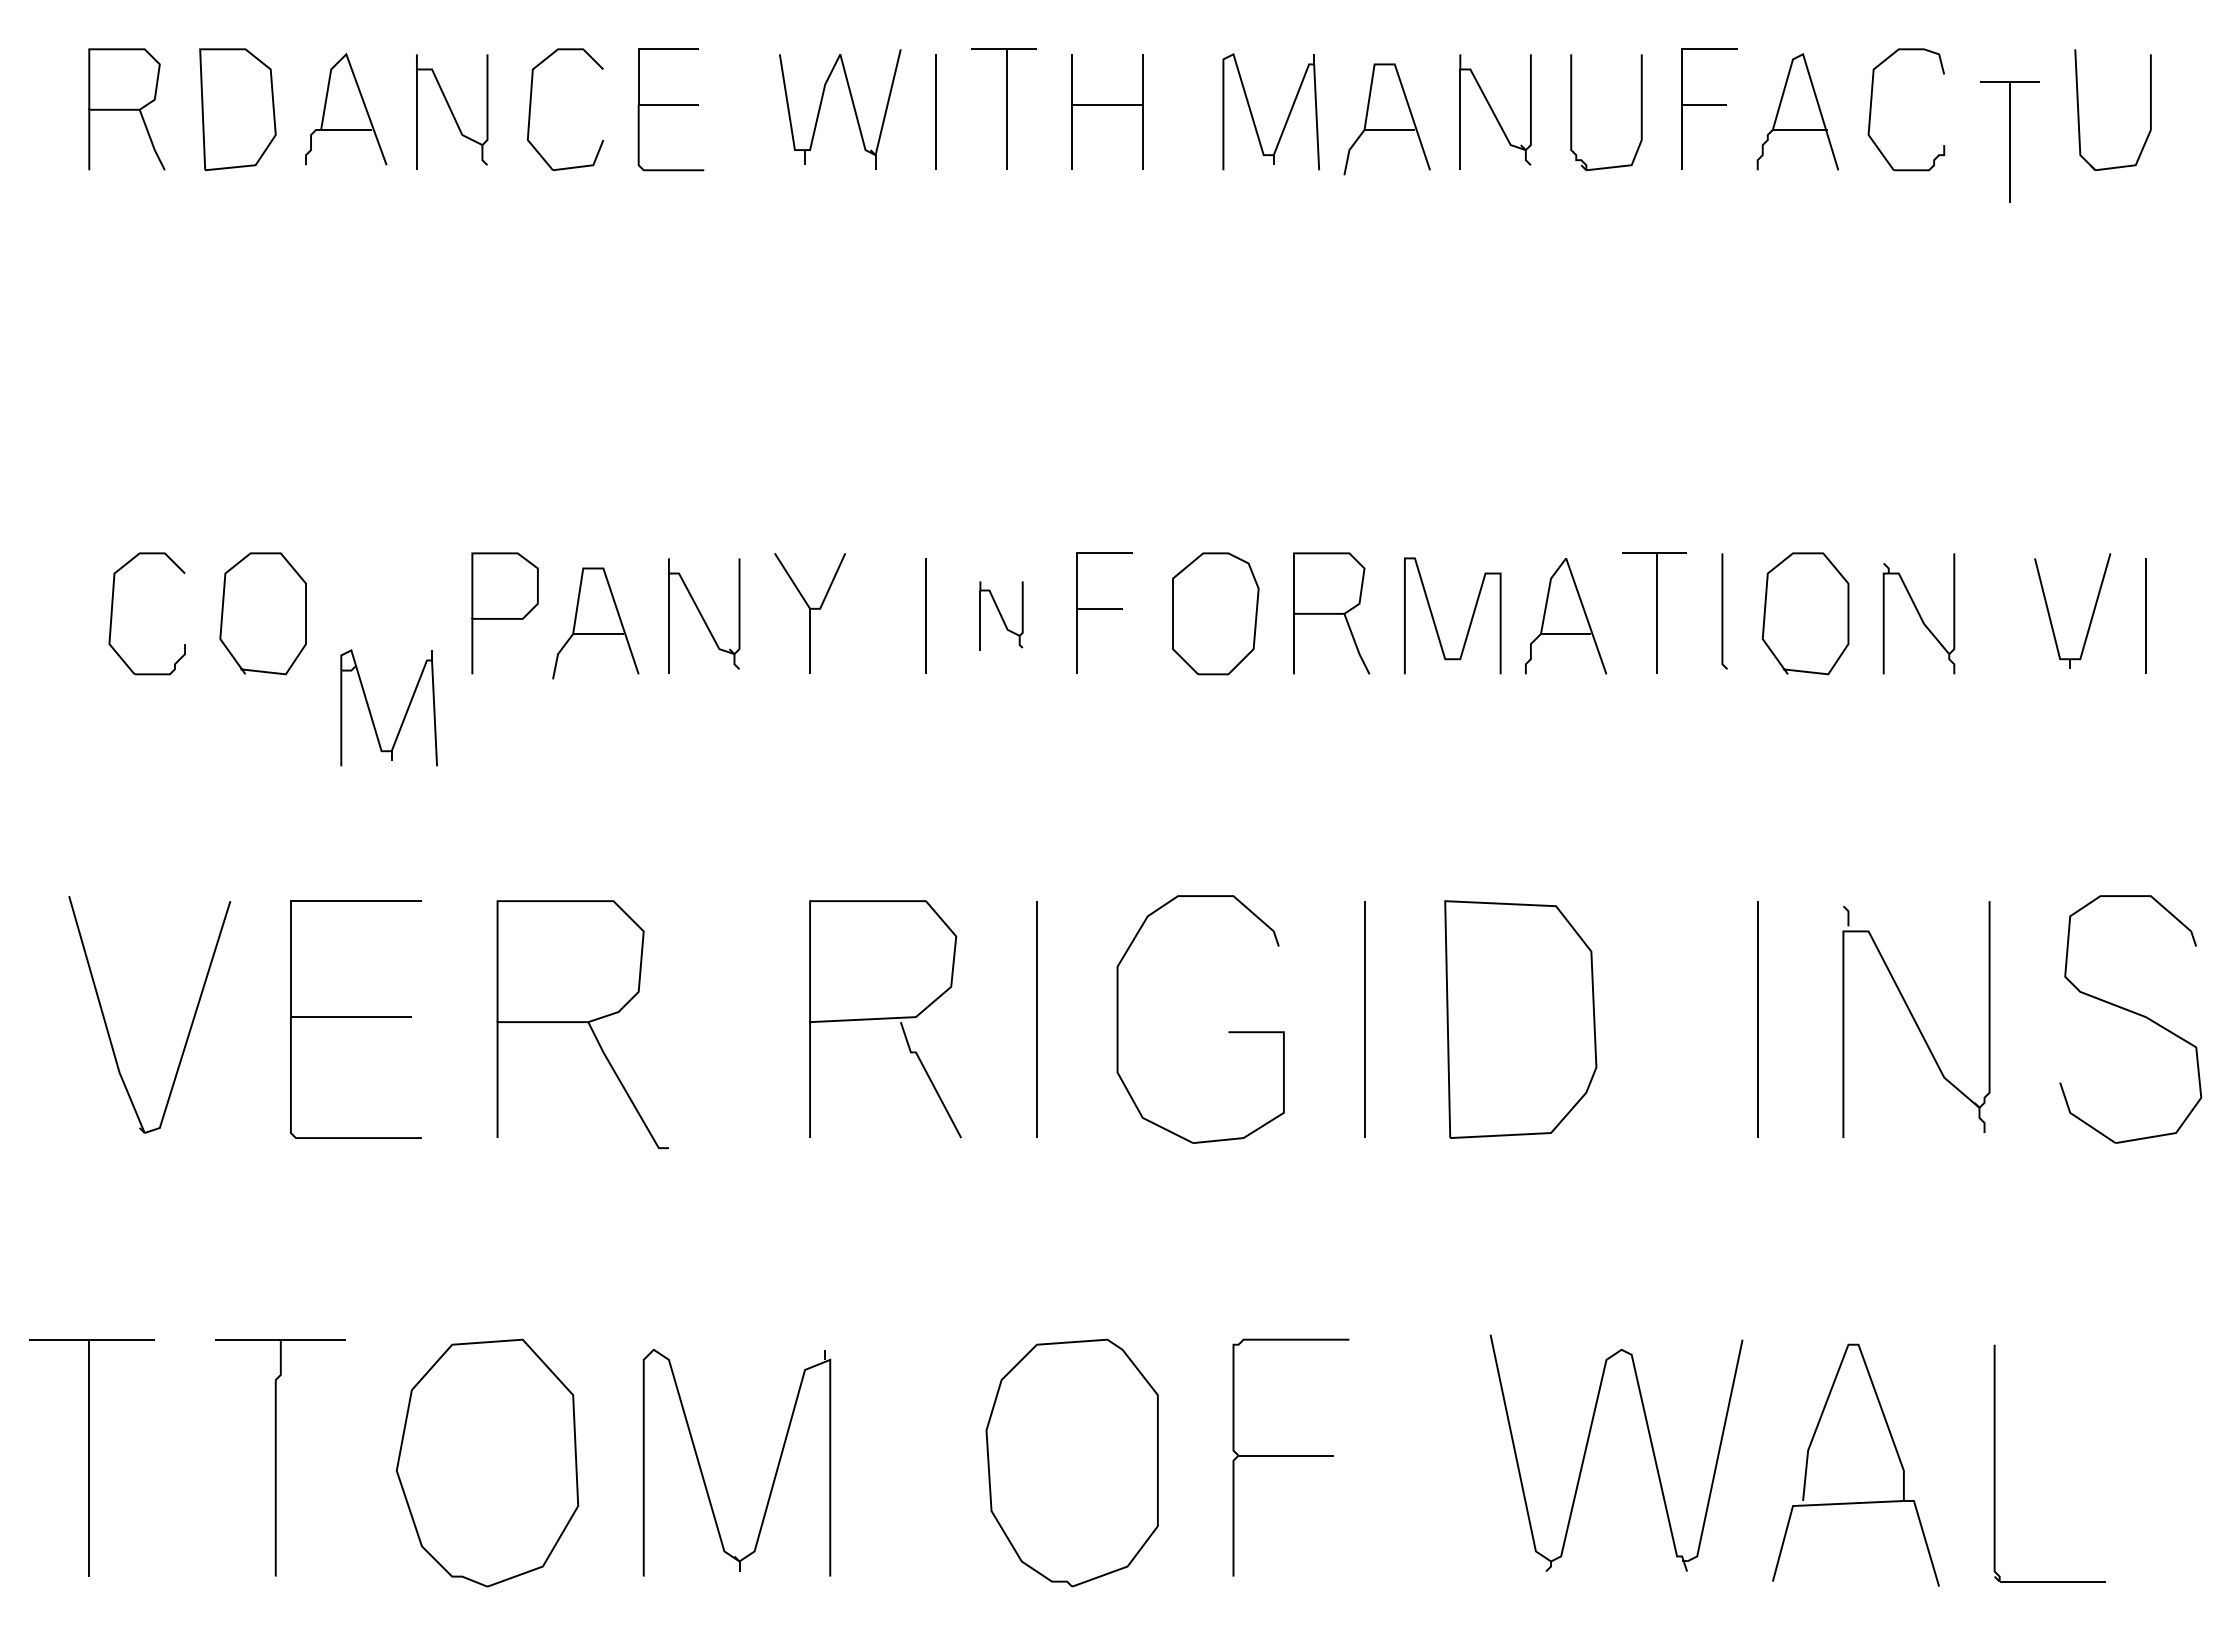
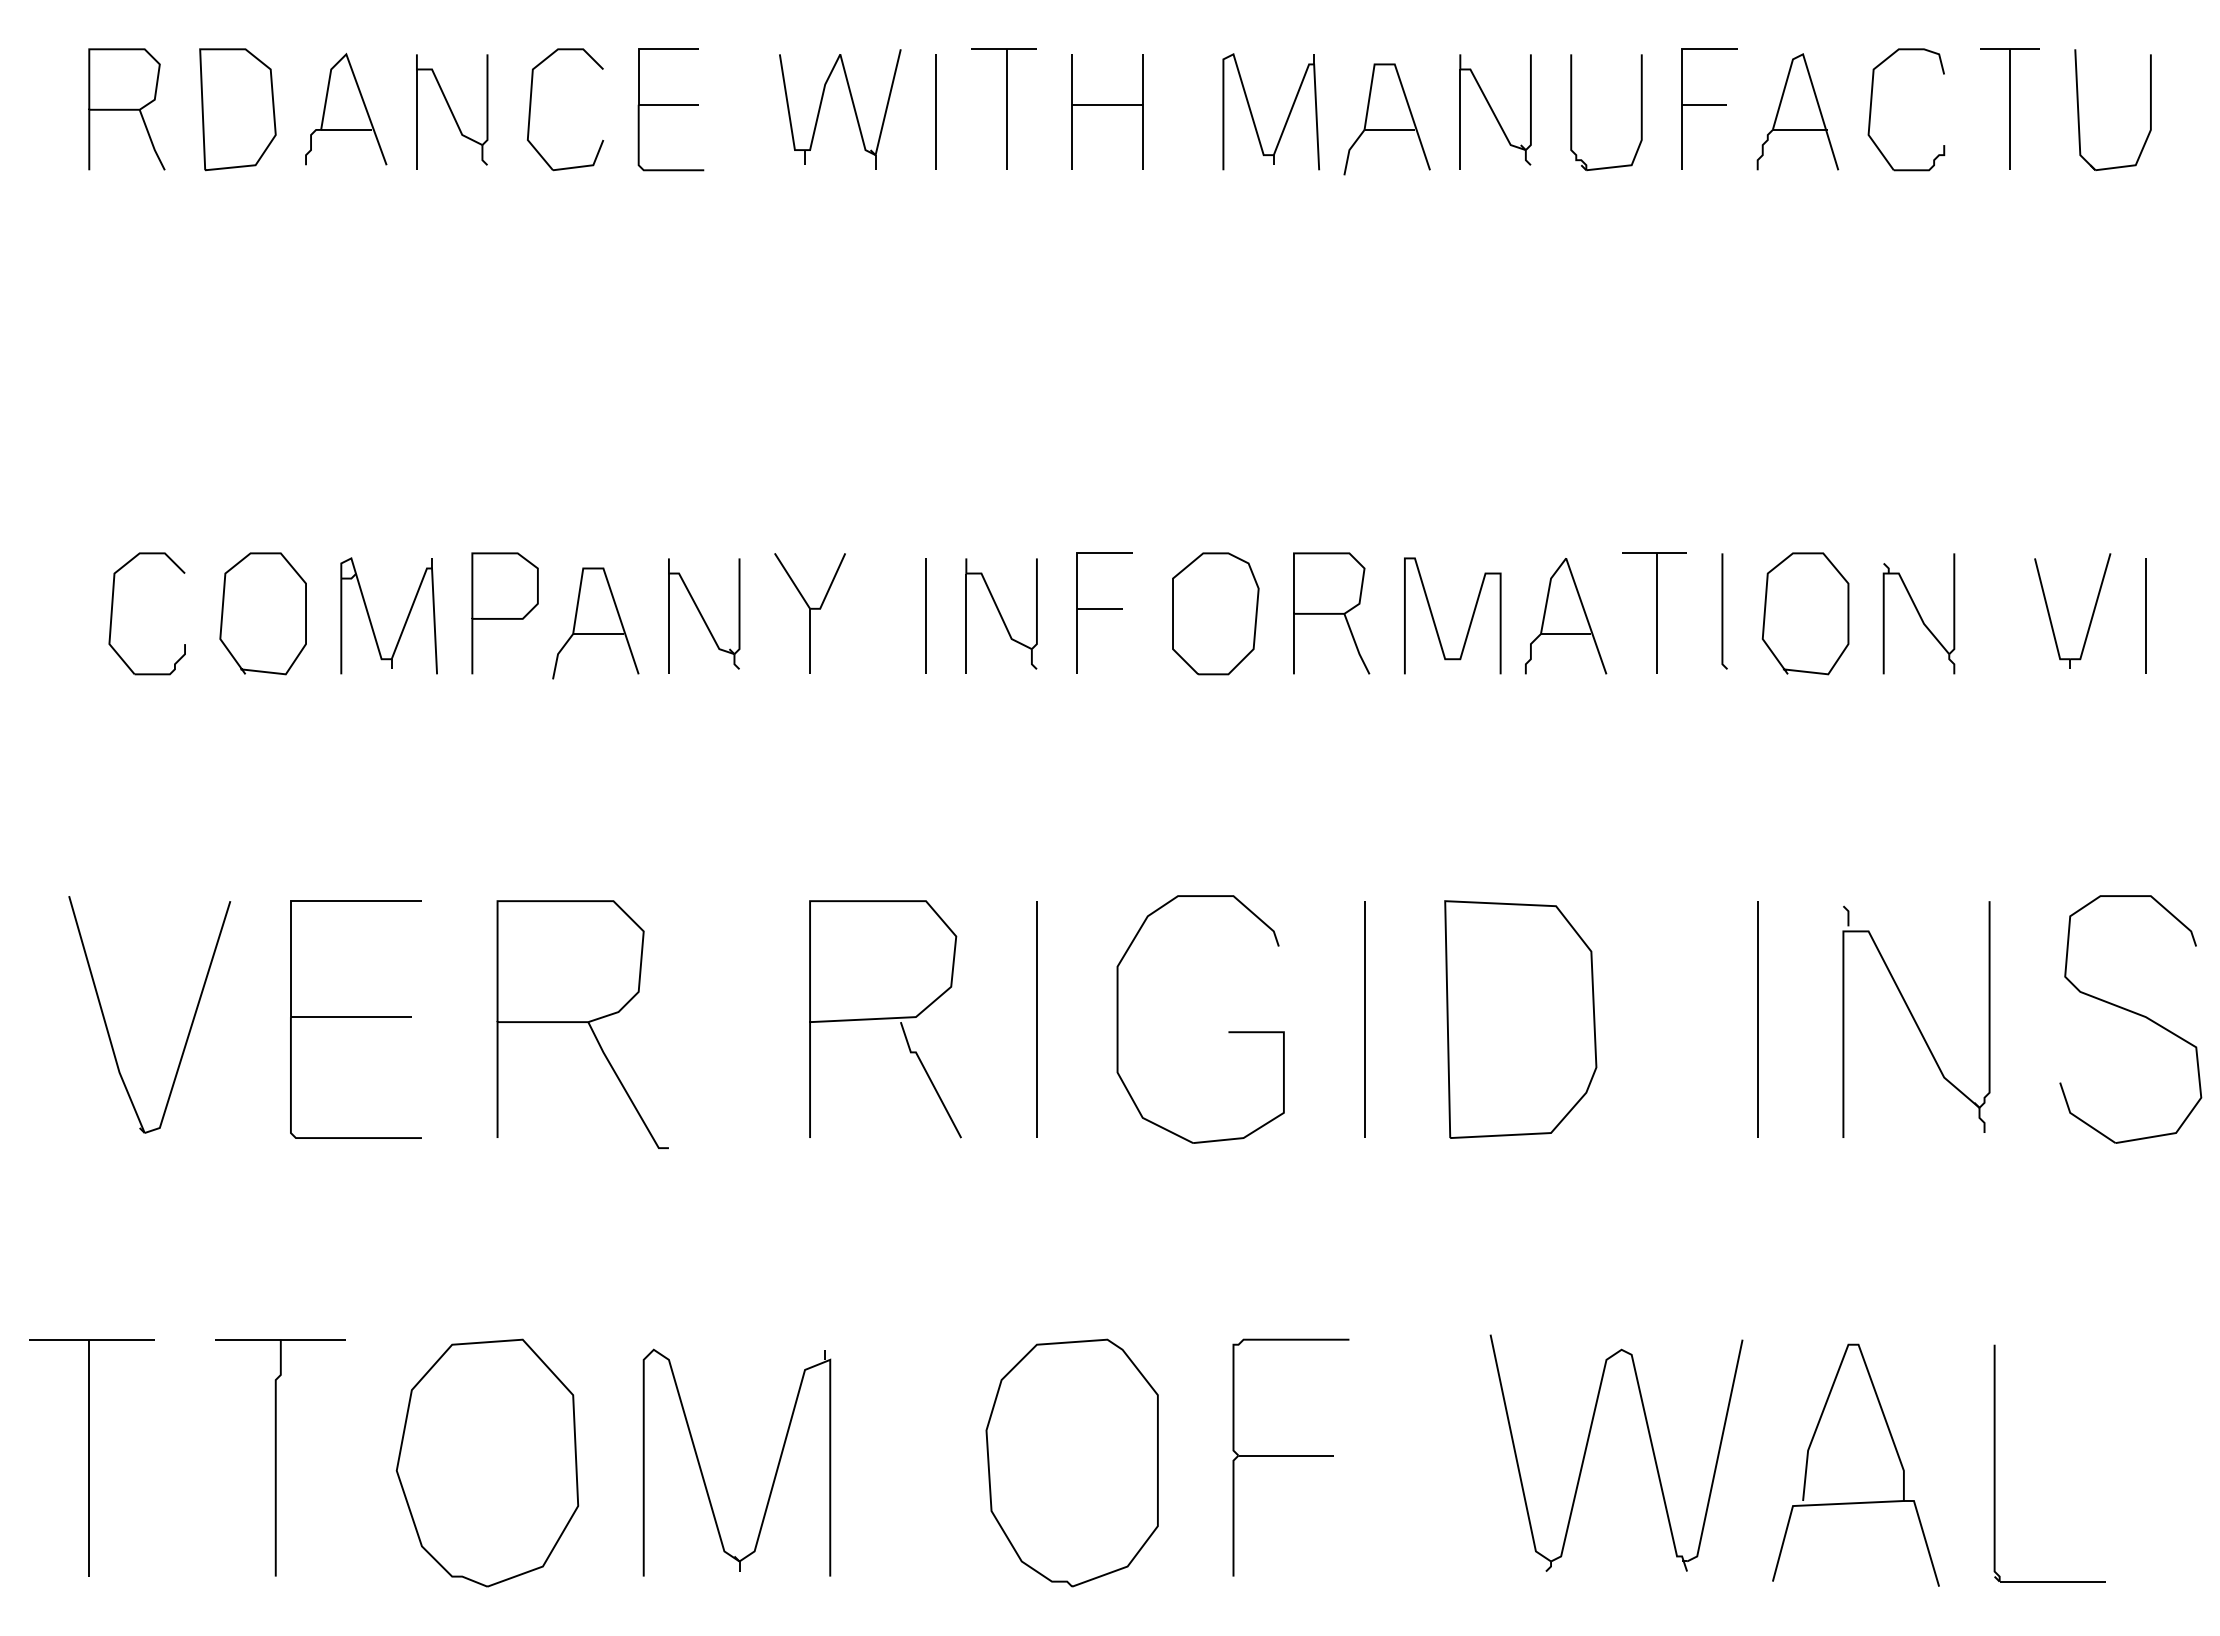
part at (2009, 141) position: (2009, 141) -> (2009, 108)
part at (1001, 615) size: 45x70 px -> 73x116 px
part at (405, 712) position: (405, 712) -> (405, 620)
